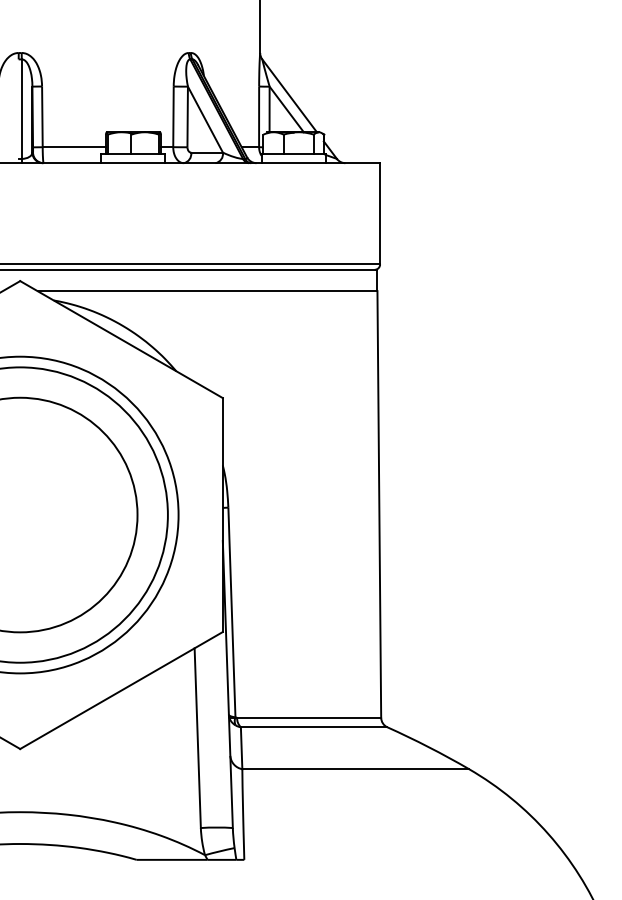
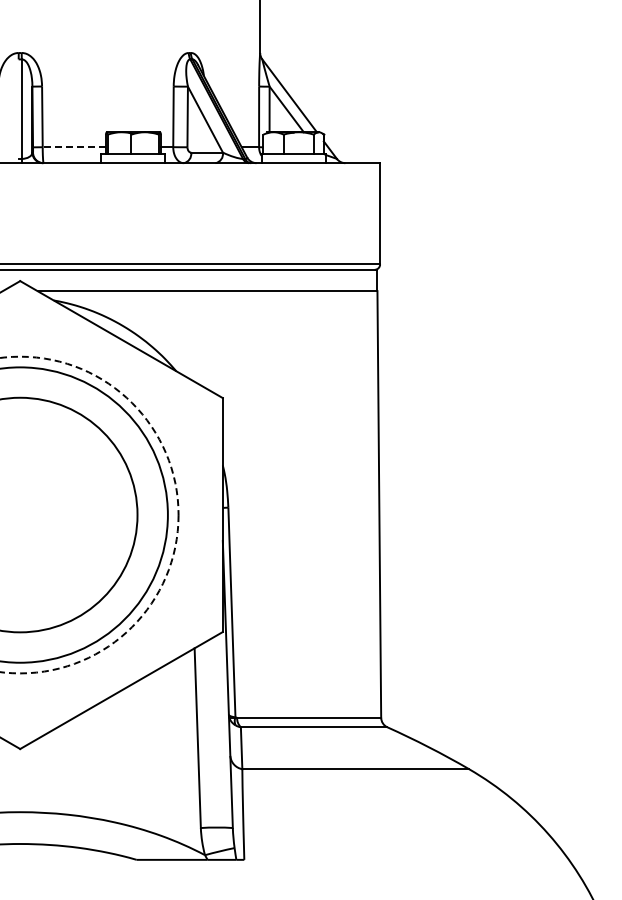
line at (74, 147): solid -> dashed
circle at (89, 514): solid -> dashed
